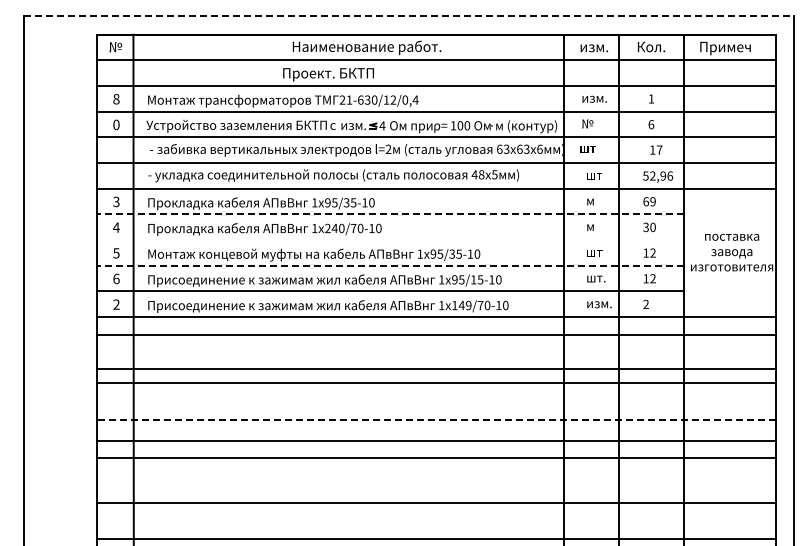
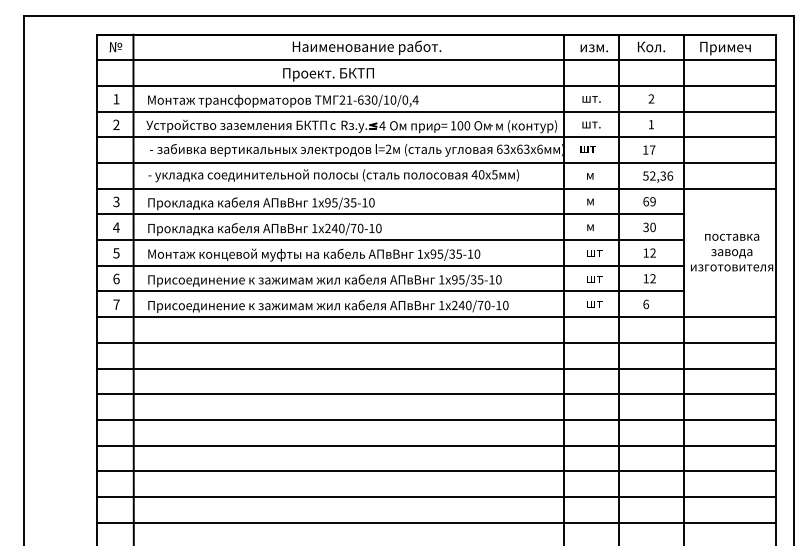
line at (409, 16): dashed -> solid
text at (594, 98): изм. -> шт.
text at (651, 98): 1 -> 2
text at (116, 99): 8 -> 1
text at (393, 99): 21-630/12/0,4 -> 21-630/10/0,4
text at (591, 123): № -> шт.
text at (116, 124): 0 -> 2
text at (651, 124): 6 -> 1
text at (354, 126): изм. -> Rз.у.
text at (656, 149) position: (656, 149) -> (649, 149)
text at (481, 175): 48 -> 40
text at (663, 175): 52,96 -> 52,36
text at (594, 176): шт -> м
line at (390, 214): dashed -> solid
line at (390, 240): none -> present
line at (390, 265): dashed -> solid
text at (596, 278): шт. -> шт
text at (473, 279): 95/15-10 -> 95/35-10
text at (116, 304): 2 -> 7
text at (599, 304): изм. -> шт
text at (646, 304): 2 -> 6
text at (461, 305): 149/70-10 -> 240/70-10
line at (436, 334) position: (436, 334) -> (436, 342)
line at (436, 383) position: (436, 383) -> (436, 394)
line at (436, 419): dashed -> solid
line at (436, 440) position: (436, 440) -> (436, 445)
line at (436, 458) position: (436, 458) -> (436, 471)
line at (436, 502) position: (436, 502) -> (436, 496)
line at (436, 538) position: (436, 538) -> (436, 522)
